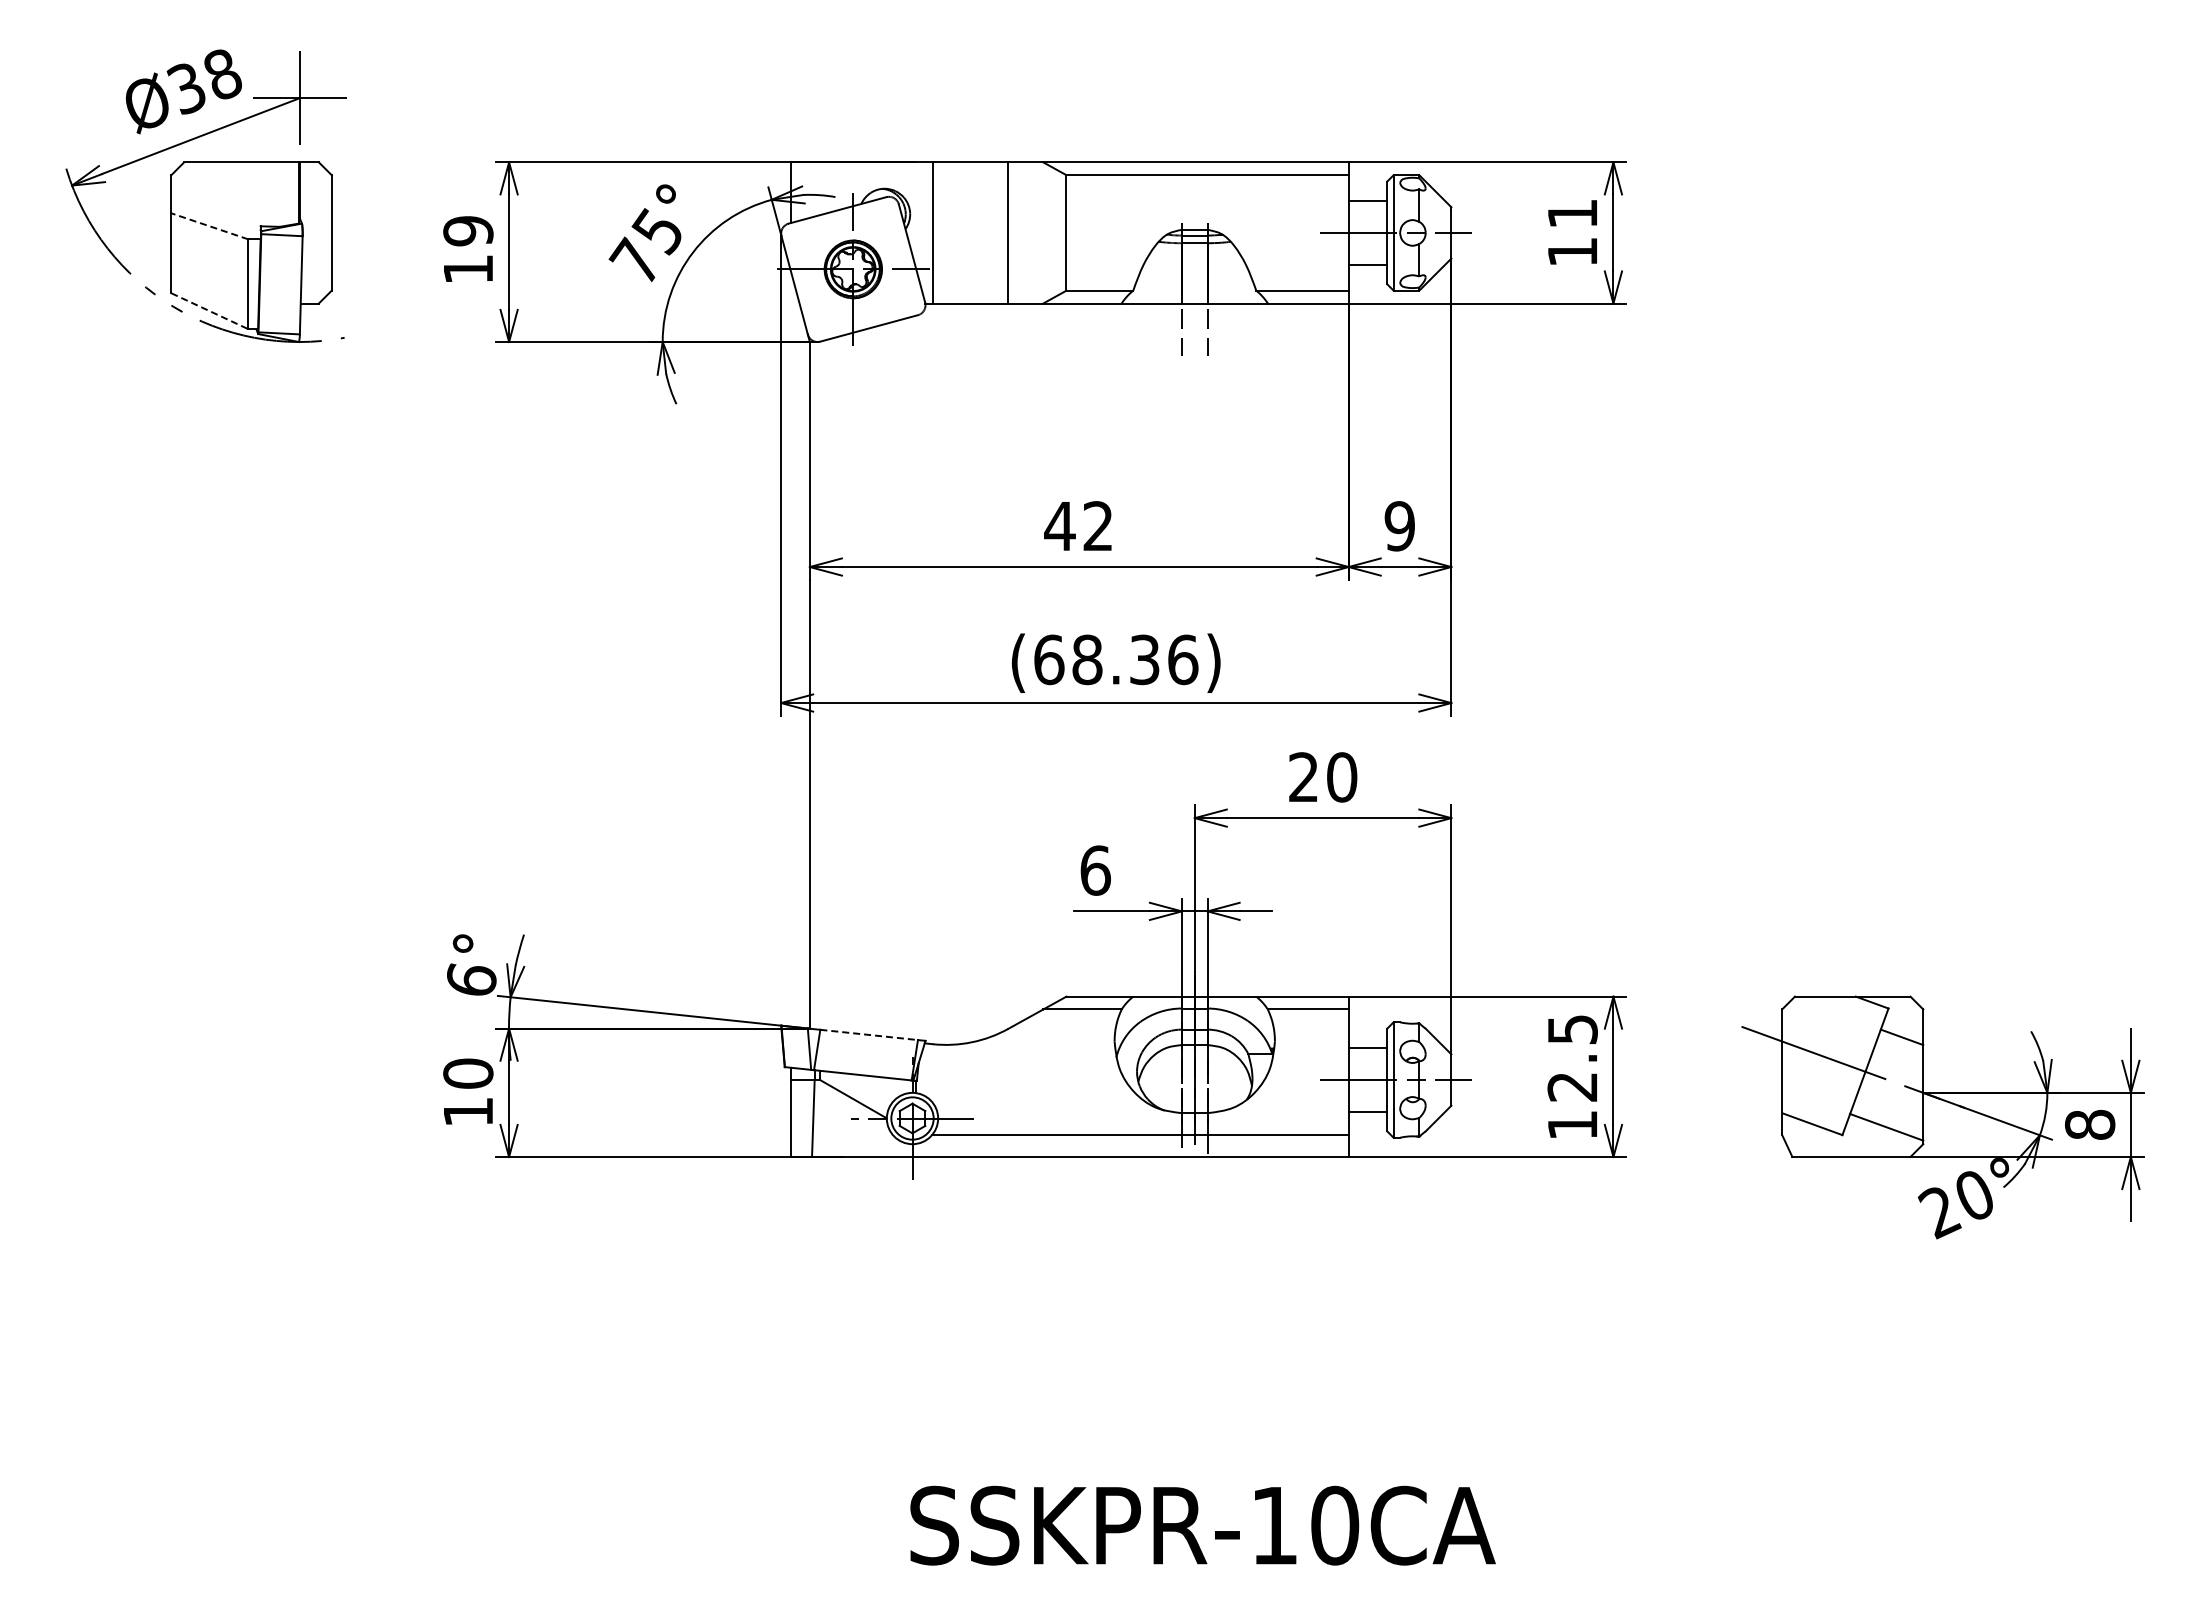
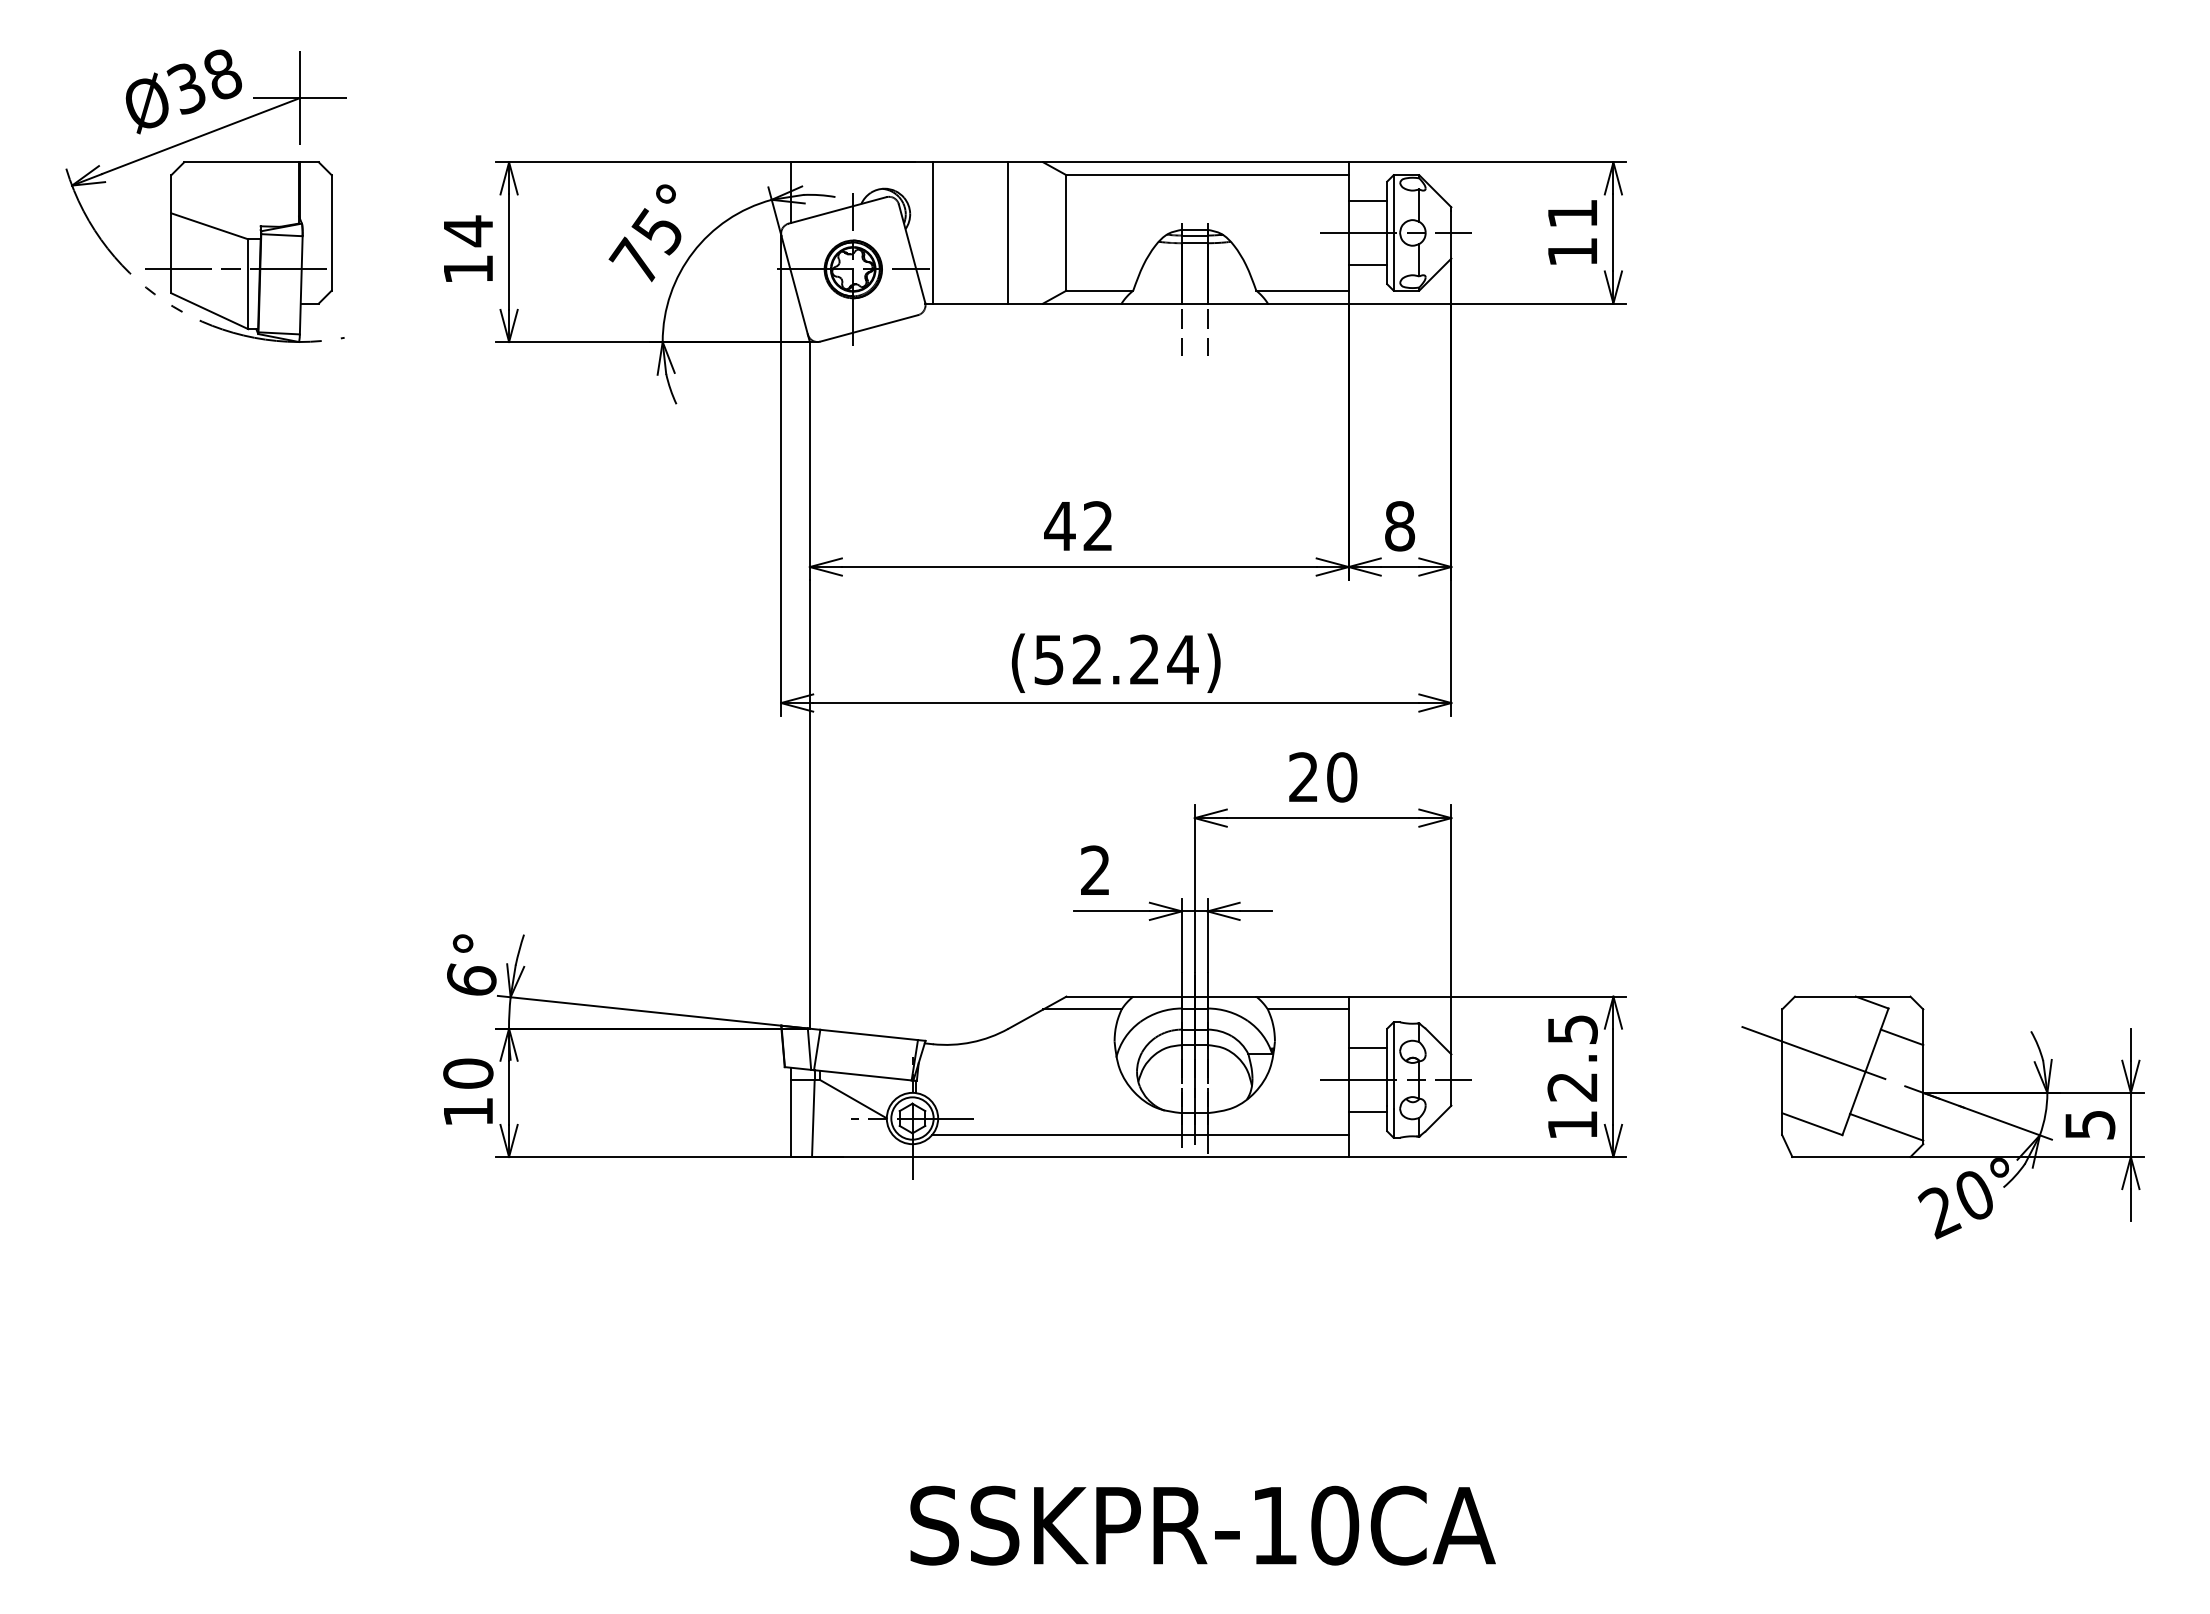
line at (209, 226): dashed -> solid
text at (468, 231): 19 -> 14
line at (236, 269): none -> present
line at (210, 311): dashed -> solid
text at (1399, 526): 9 -> 8
text at (1116, 659): (68.36) -> (52.24)
text at (1095, 870): 6 -> 2
line at (869, 1034): dashed -> solid
text at (2090, 1124): 8 -> 5
